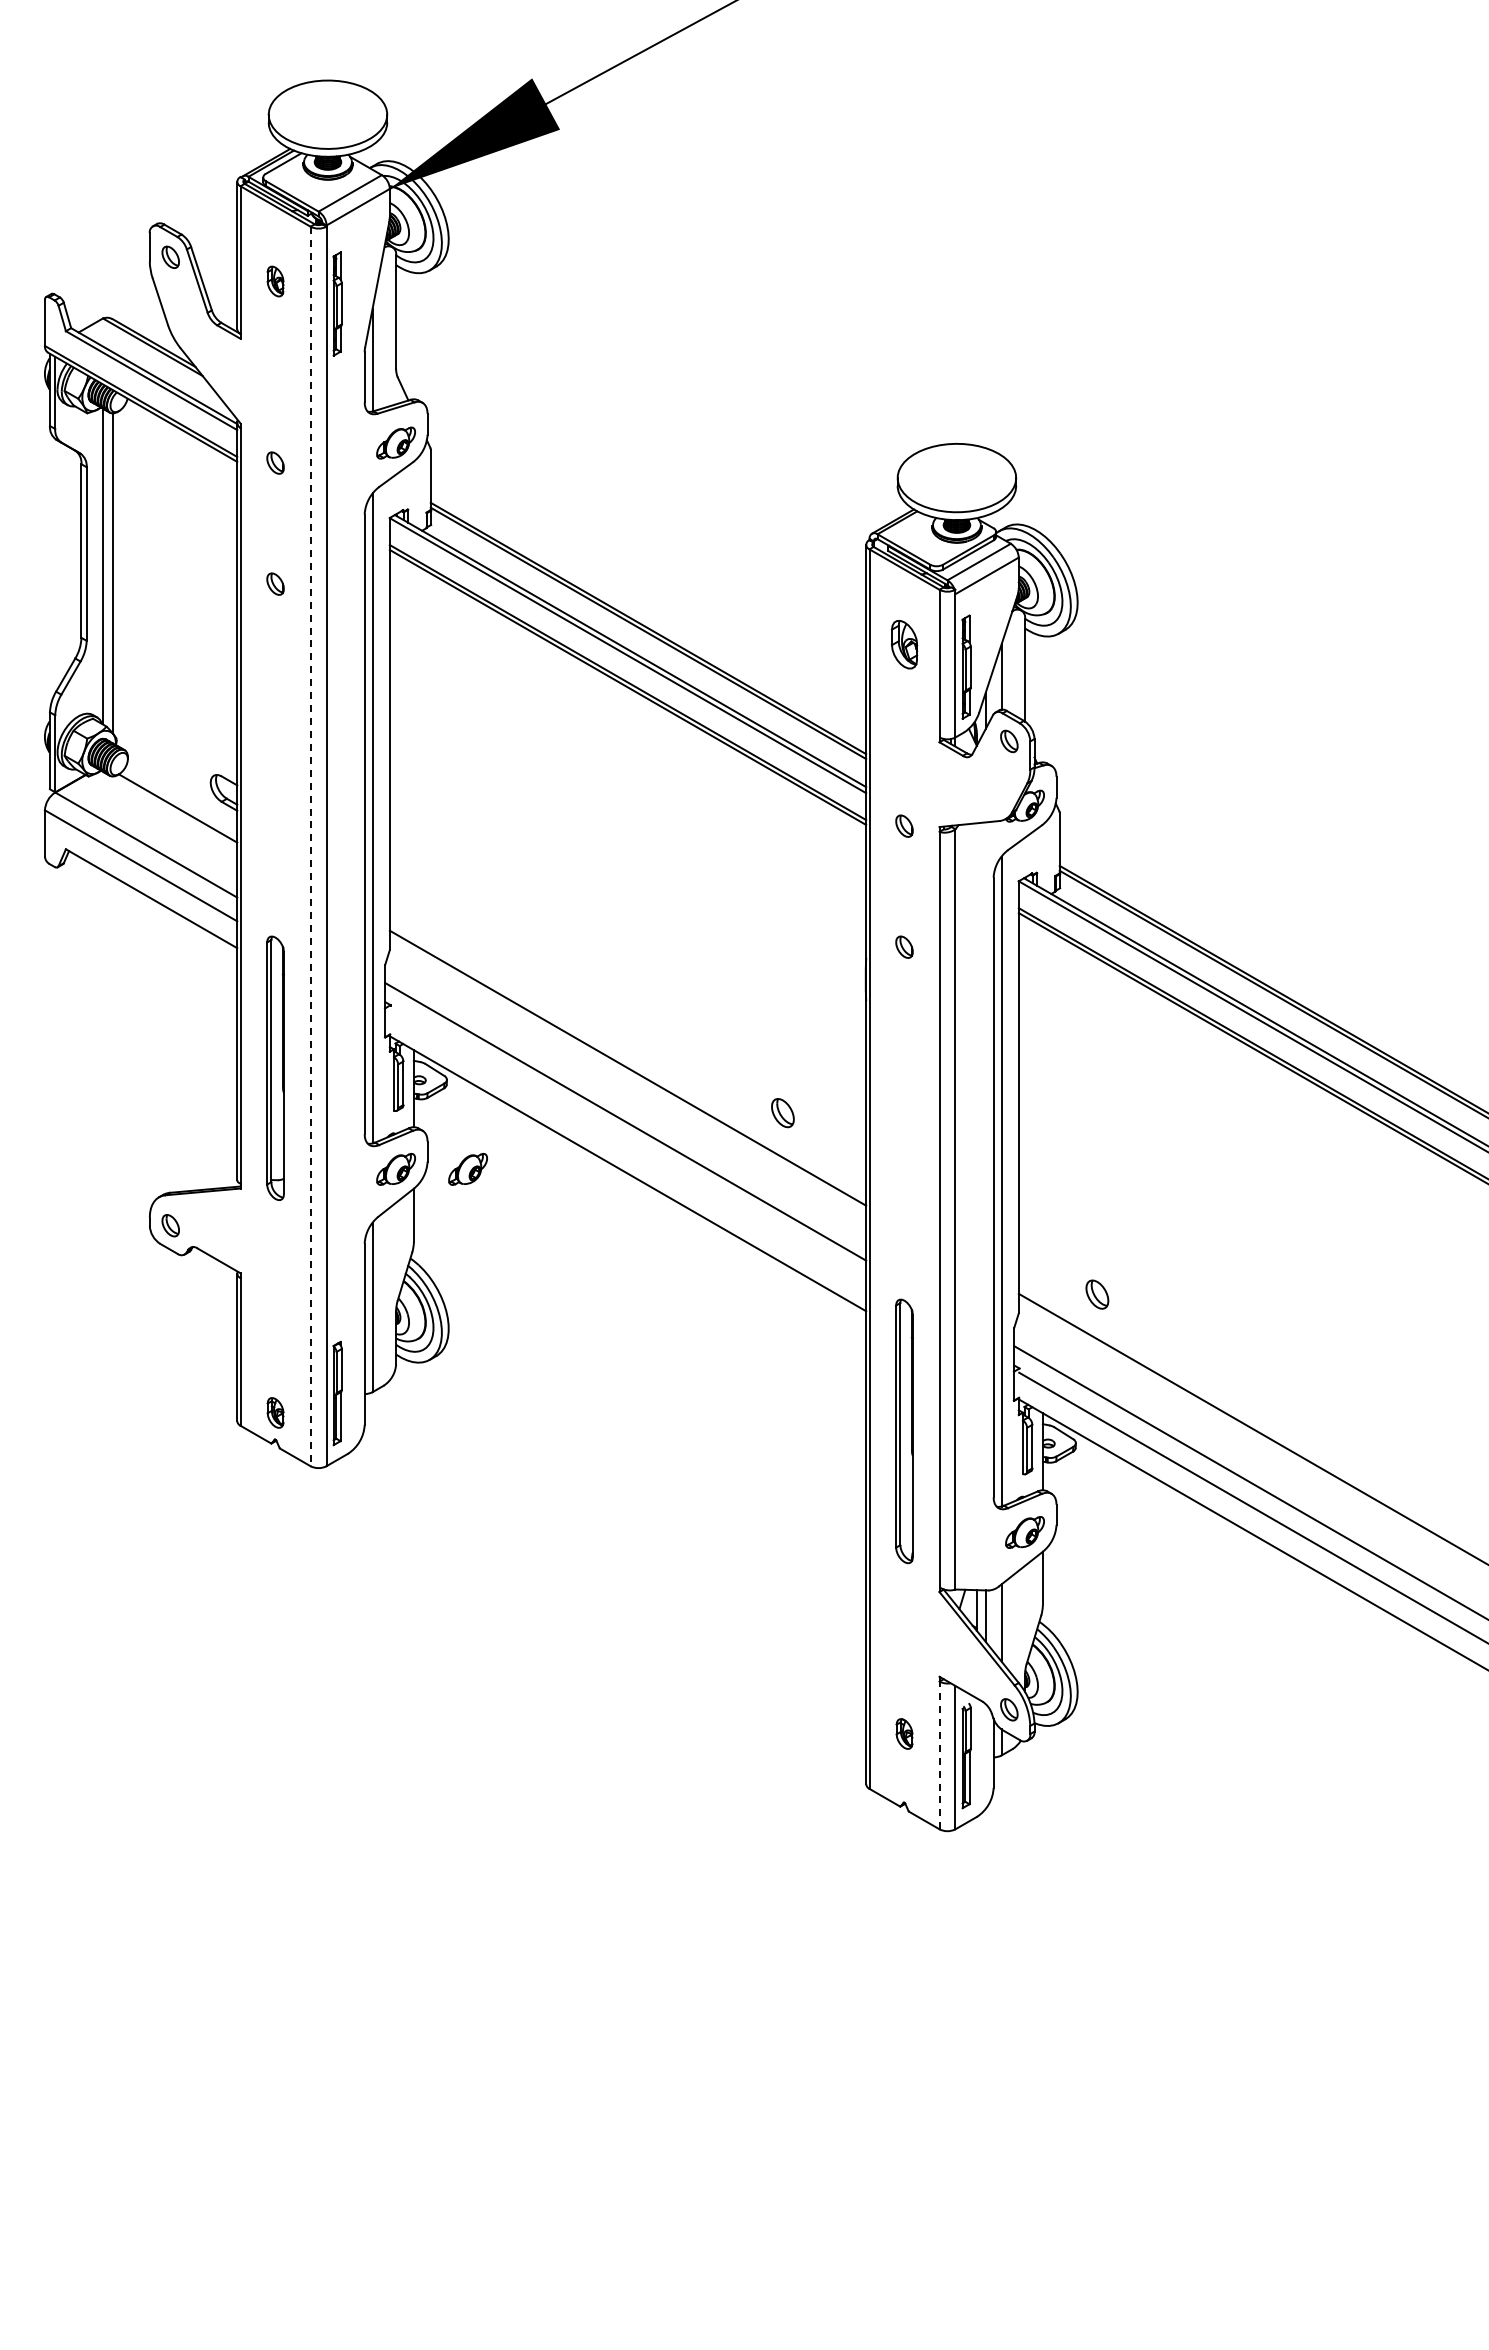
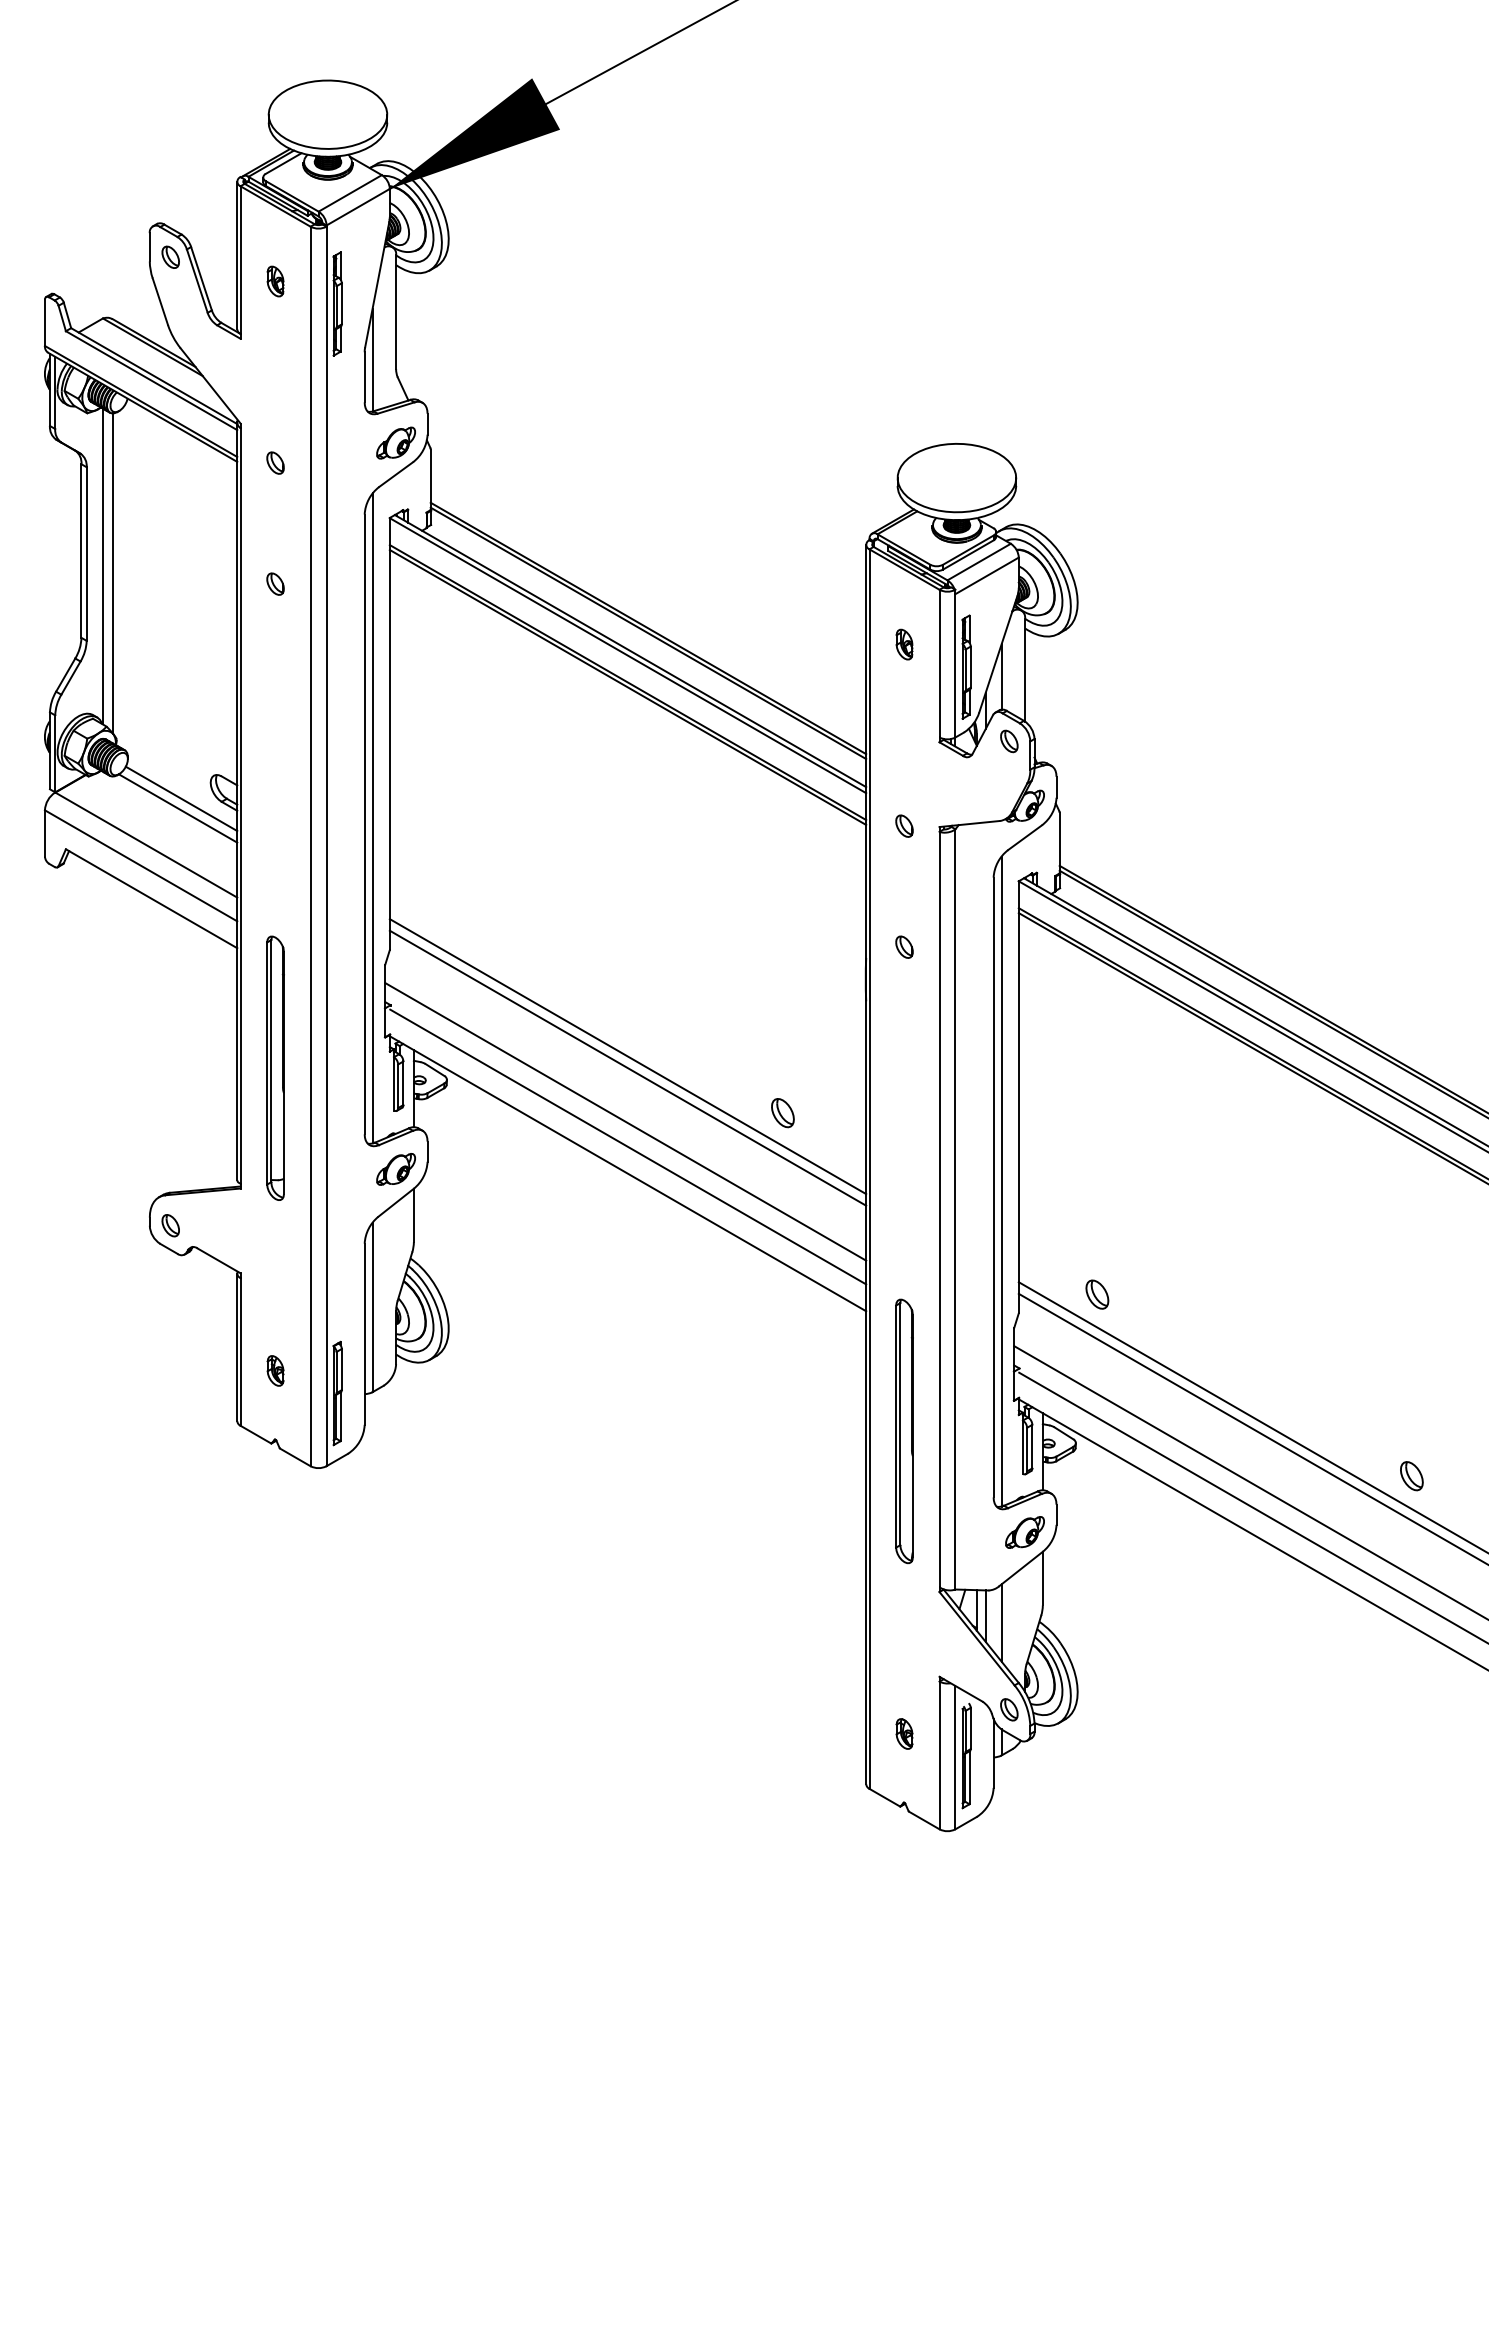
part at (904, 644) size: 29x50 px -> 19x33 px
line at (181, 798): none -> present
line at (310, 846): dashed -> solid
line at (627, 1056): none -> present
line at (628, 1146): none -> present
part at (467, 1169): present -> none
part at (275, 1412) position: (275, 1412) -> (275, 1370)
line at (1251, 1416): none -> present
part at (1411, 1476): none -> present
line at (939, 1755): dashed -> solid
